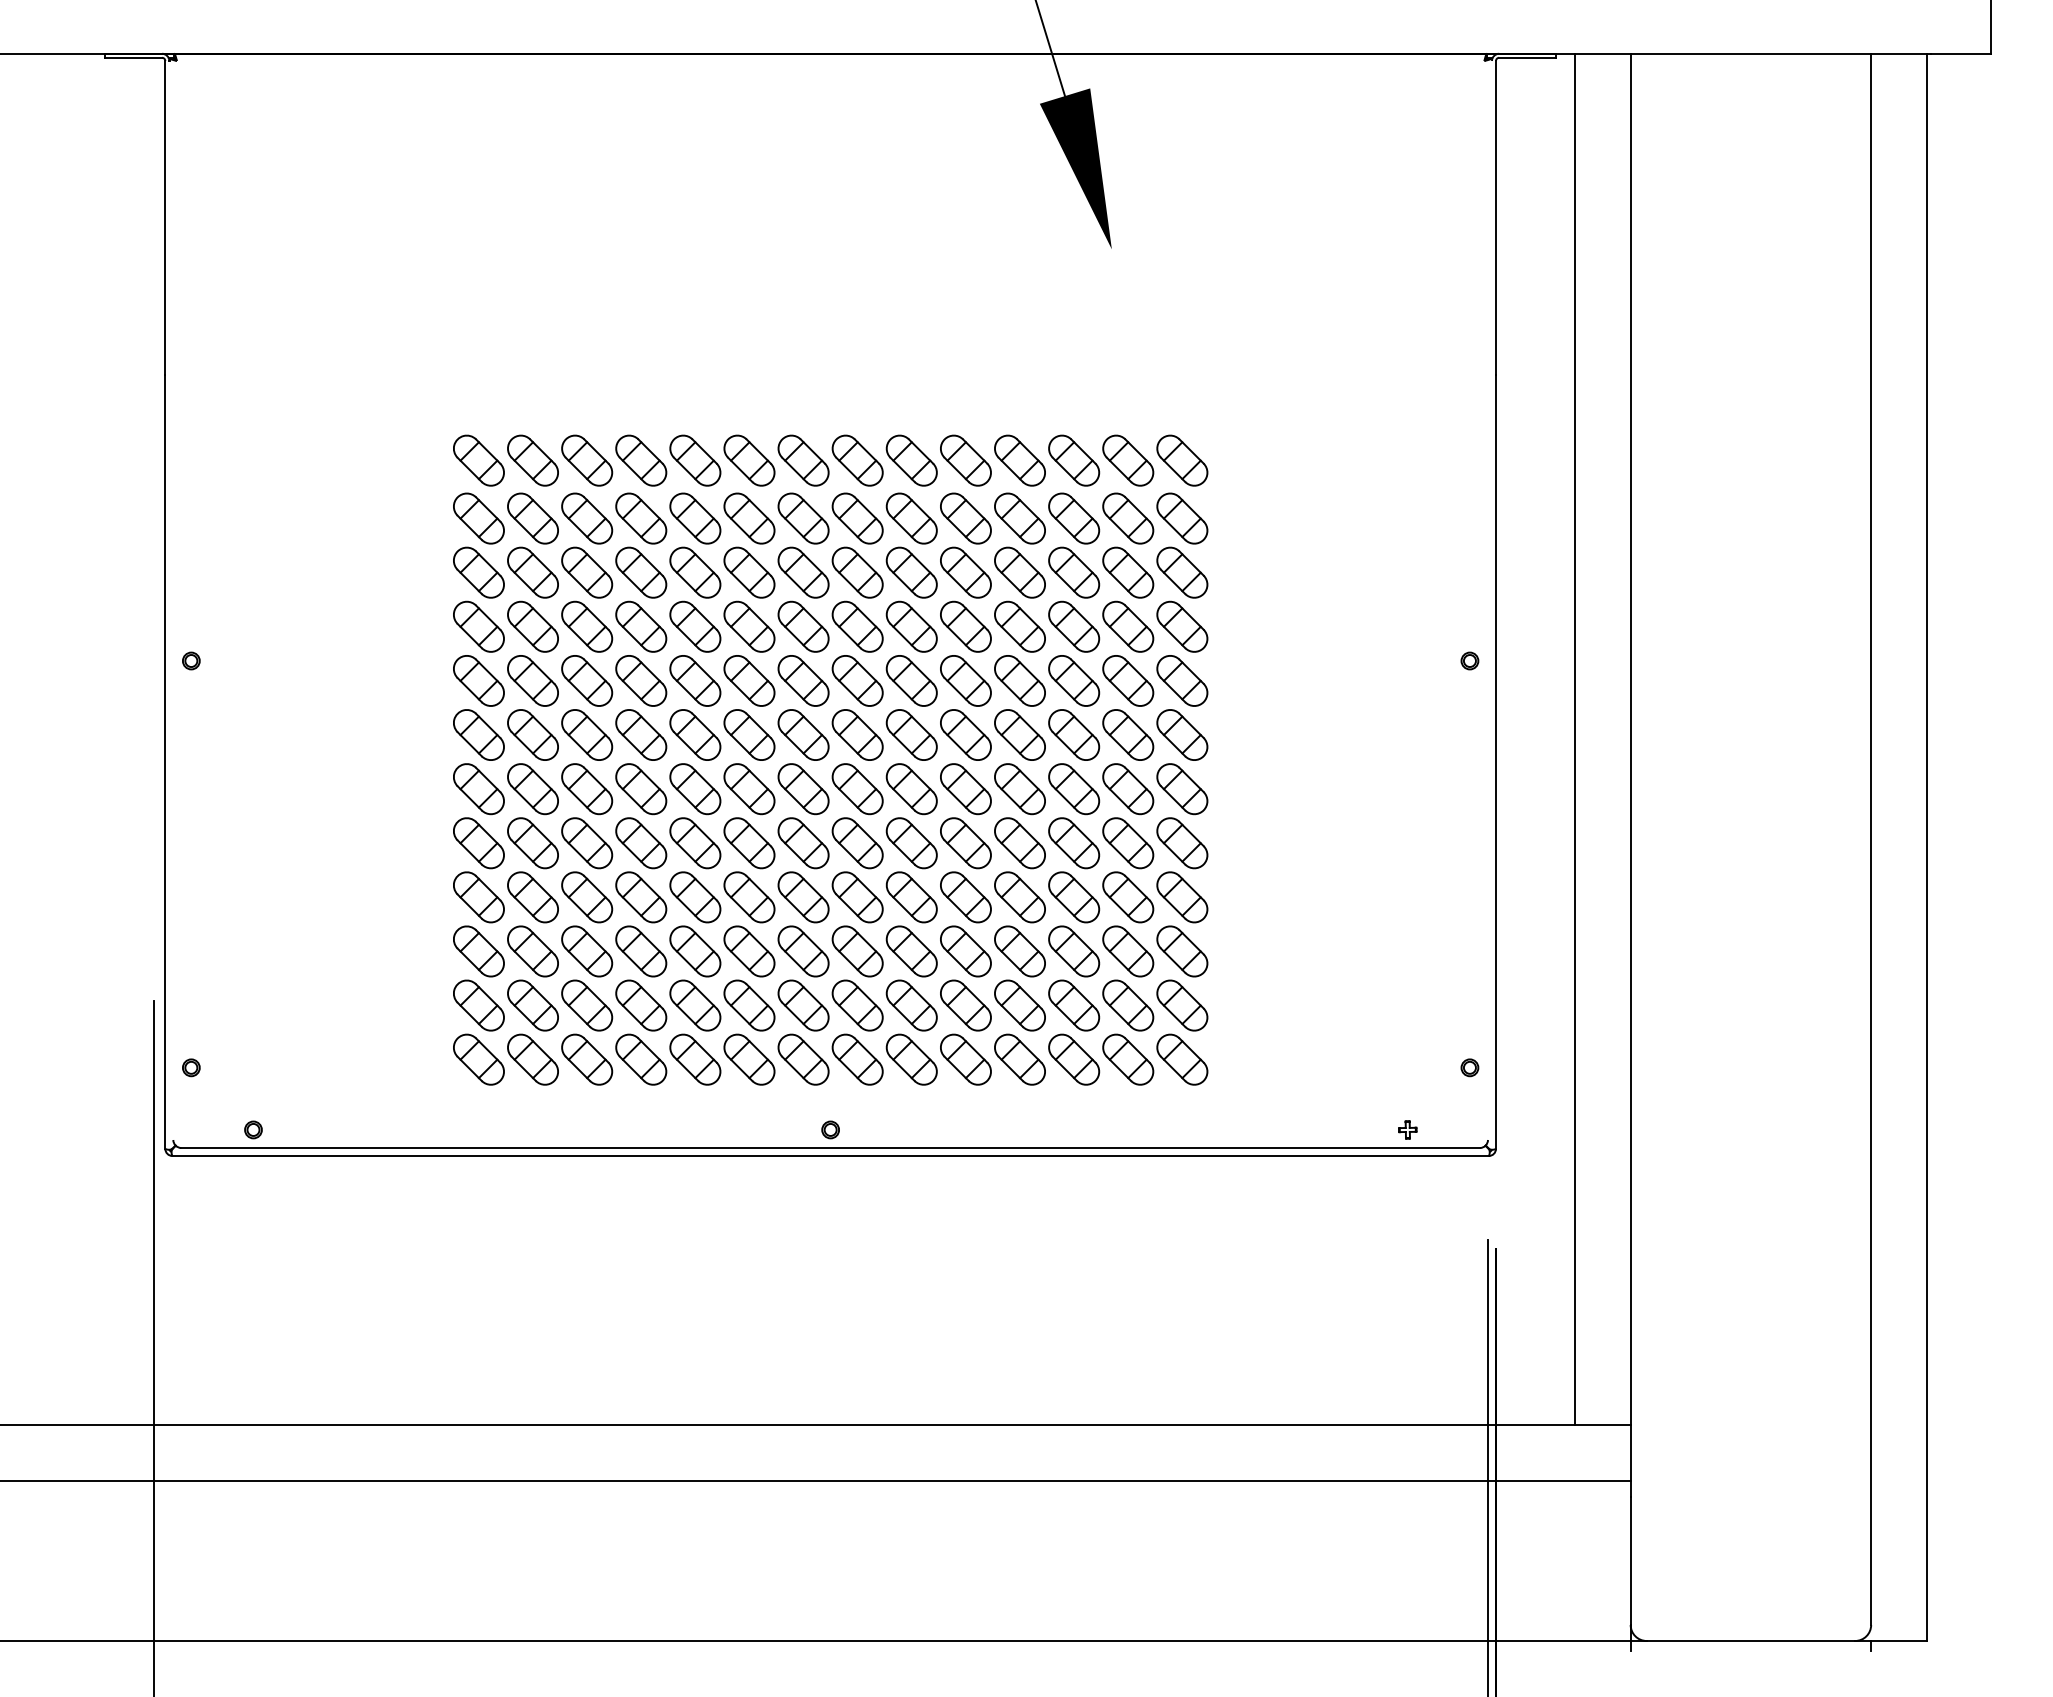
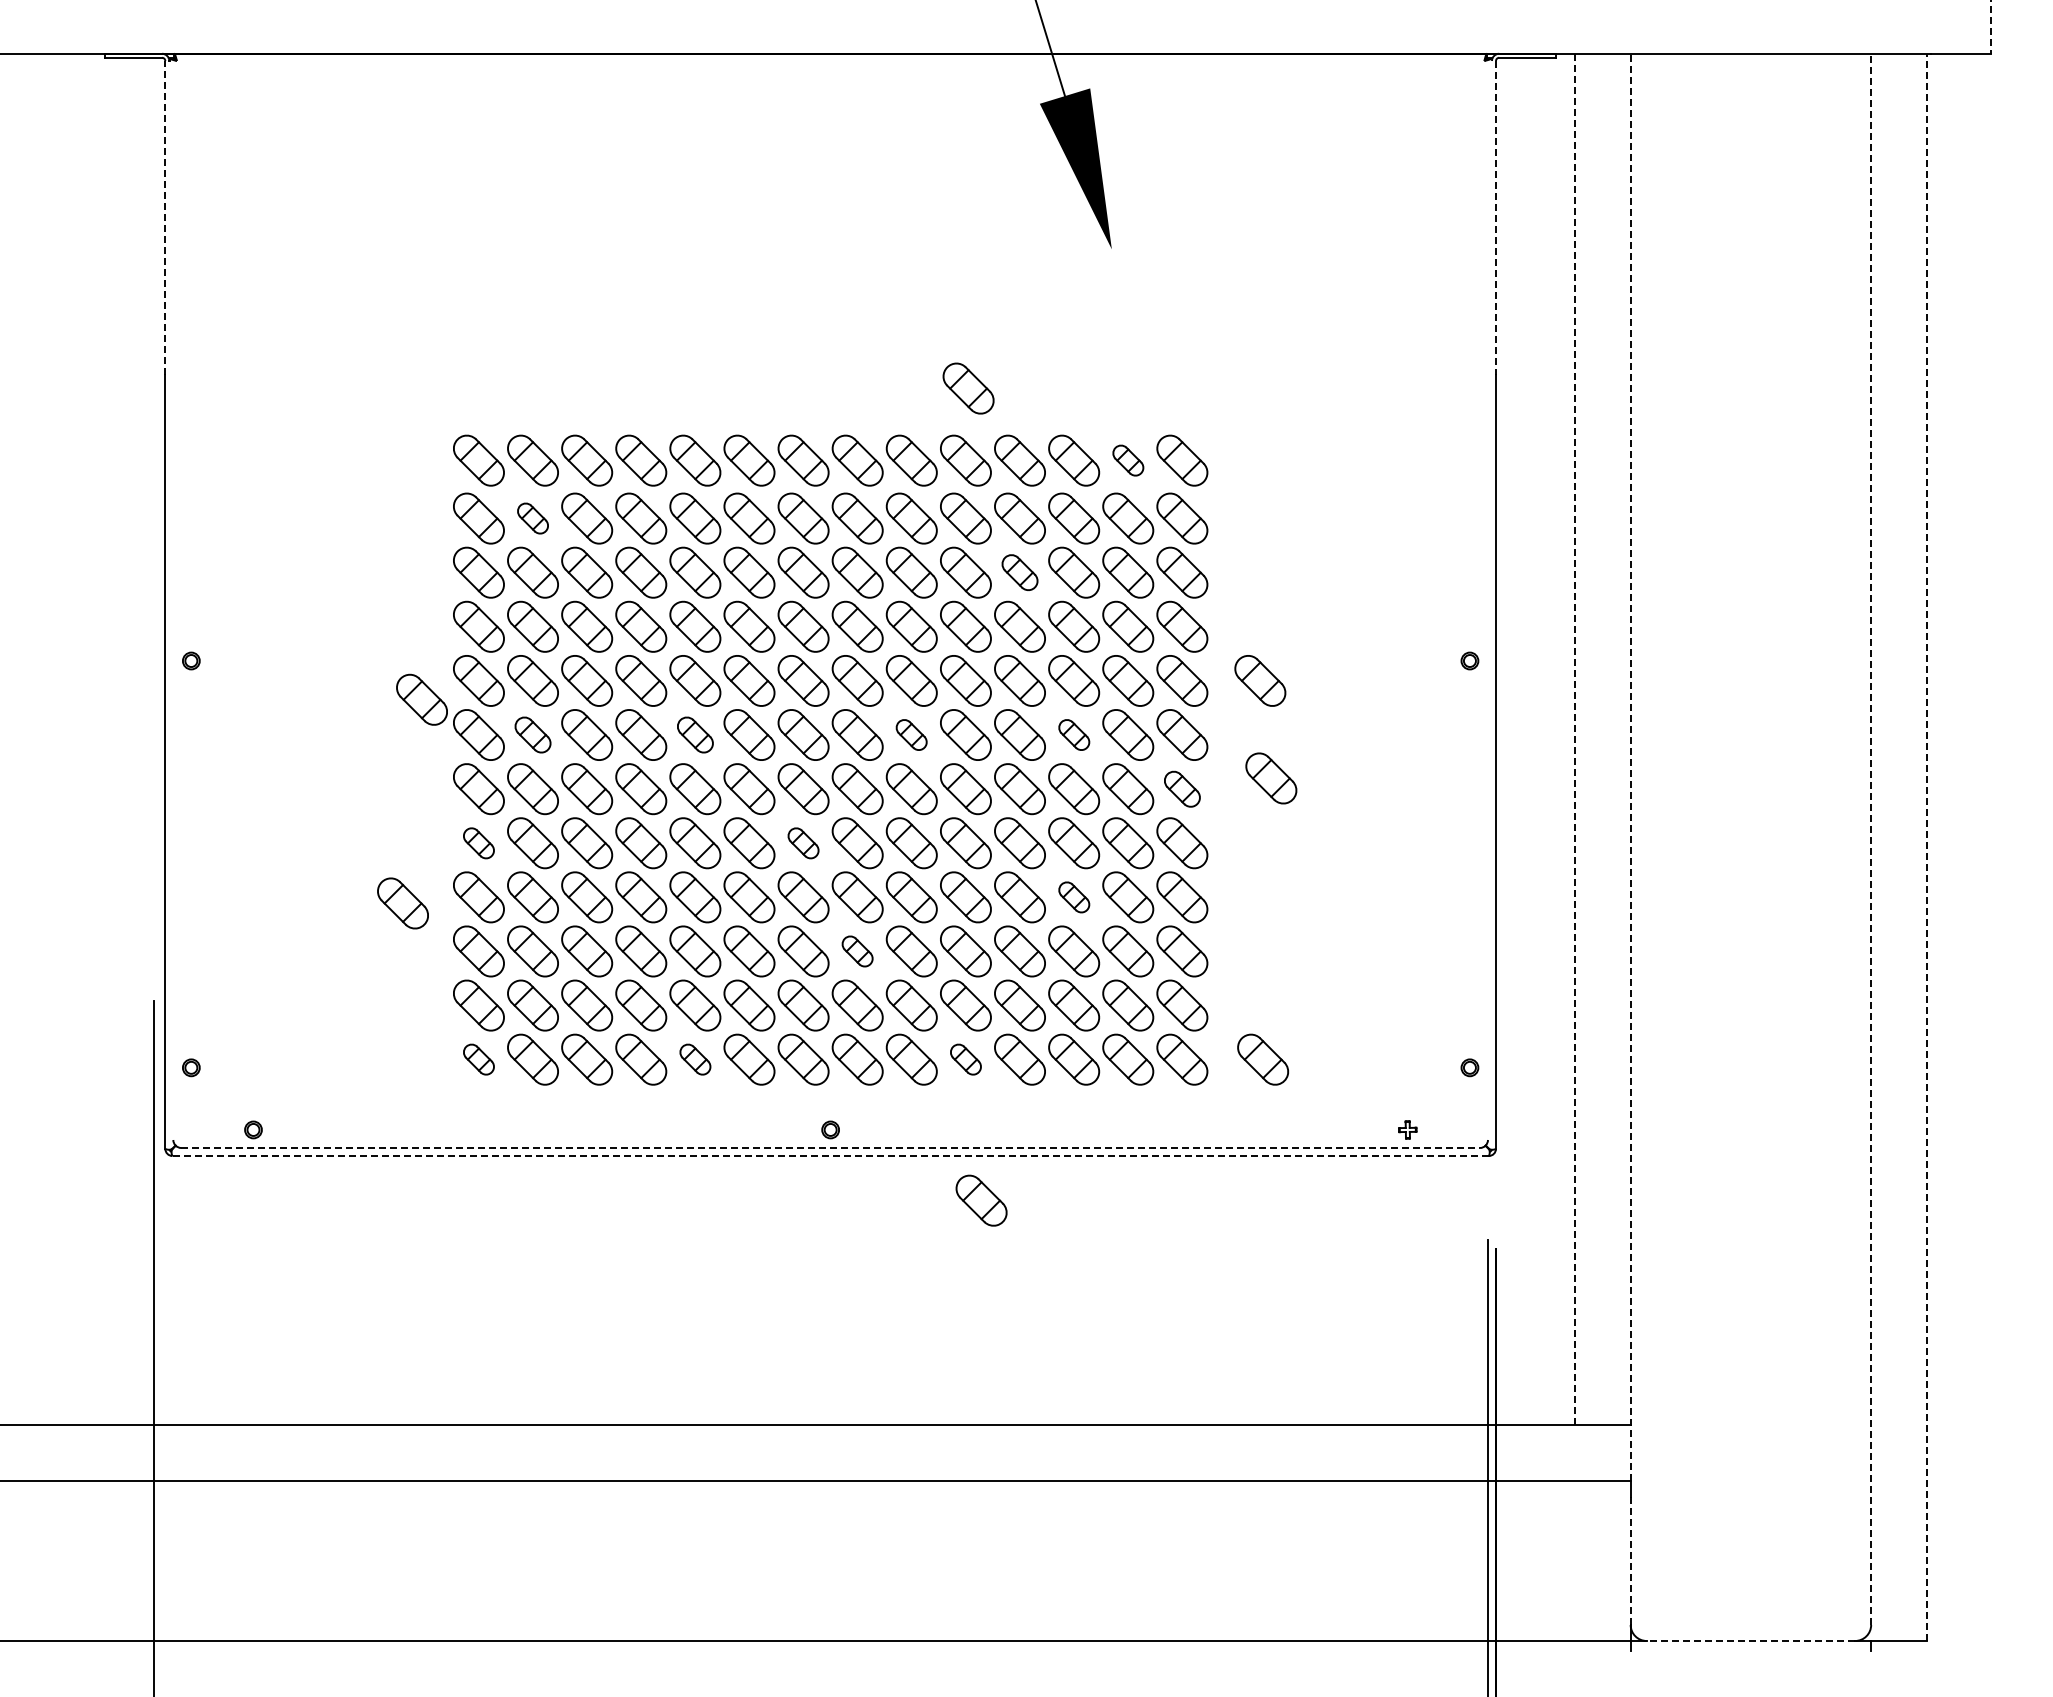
line at (1991, 27): solid -> dashed
line at (165, 217): solid -> dashed
line at (1496, 218): solid -> dashed
part at (968, 388): none -> present
part at (1128, 460) size: 53x53 px -> 33x33 px
part at (532, 518) size: 52x53 px -> 32x33 px
part at (1019, 572) size: 52x53 px -> 38x37 px
part at (1260, 680): none -> present
part at (421, 699): none -> present
part at (532, 734) size: 52x52 px -> 38x38 px
part at (695, 734) size: 53x52 px -> 37x38 px
part at (911, 734) size: 53x52 px -> 33x32 px
part at (1074, 734) size: 53x52 px -> 33x32 px
line at (1574, 738): solid -> dashed
line at (1630, 766): solid -> dashed
part at (1271, 778): none -> present
part at (1182, 789) size: 53x53 px -> 37x38 px
line at (1871, 839): solid -> dashed
part at (478, 843) size: 52x53 px -> 32x33 px
part at (803, 843) size: 53x53 px -> 33x33 px
line at (1927, 847): solid -> dashed
part at (1074, 897) size: 53x53 px -> 33x33 px
part at (402, 903): none -> present
part at (857, 951) size: 53x53 px -> 33x33 px
part at (478, 1059) size: 52x53 px -> 32x33 px
part at (695, 1059) size: 53x53 px -> 33x33 px
part at (965, 1059) size: 52x53 px -> 32x33 px
part at (1263, 1059): none -> present
line at (831, 1148): solid -> dashed
line at (831, 1156): solid -> dashed
part at (981, 1200): none -> present
line at (1630, 1560): solid -> dashed
line at (1750, 1641): solid -> dashed
